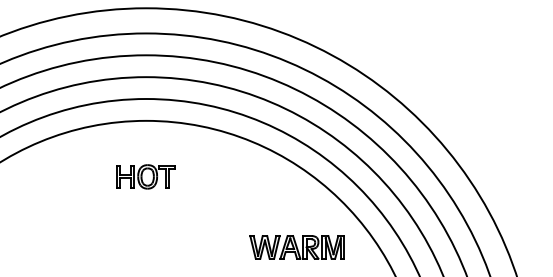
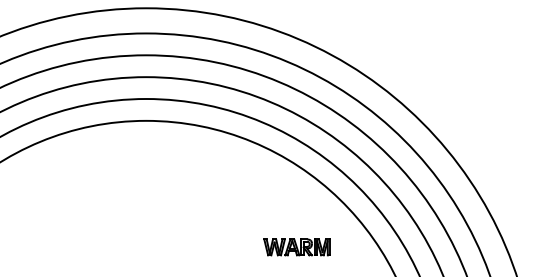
part at (145, 176): present -> none
part at (296, 247) size: 96x25 px -> 68x19 px
